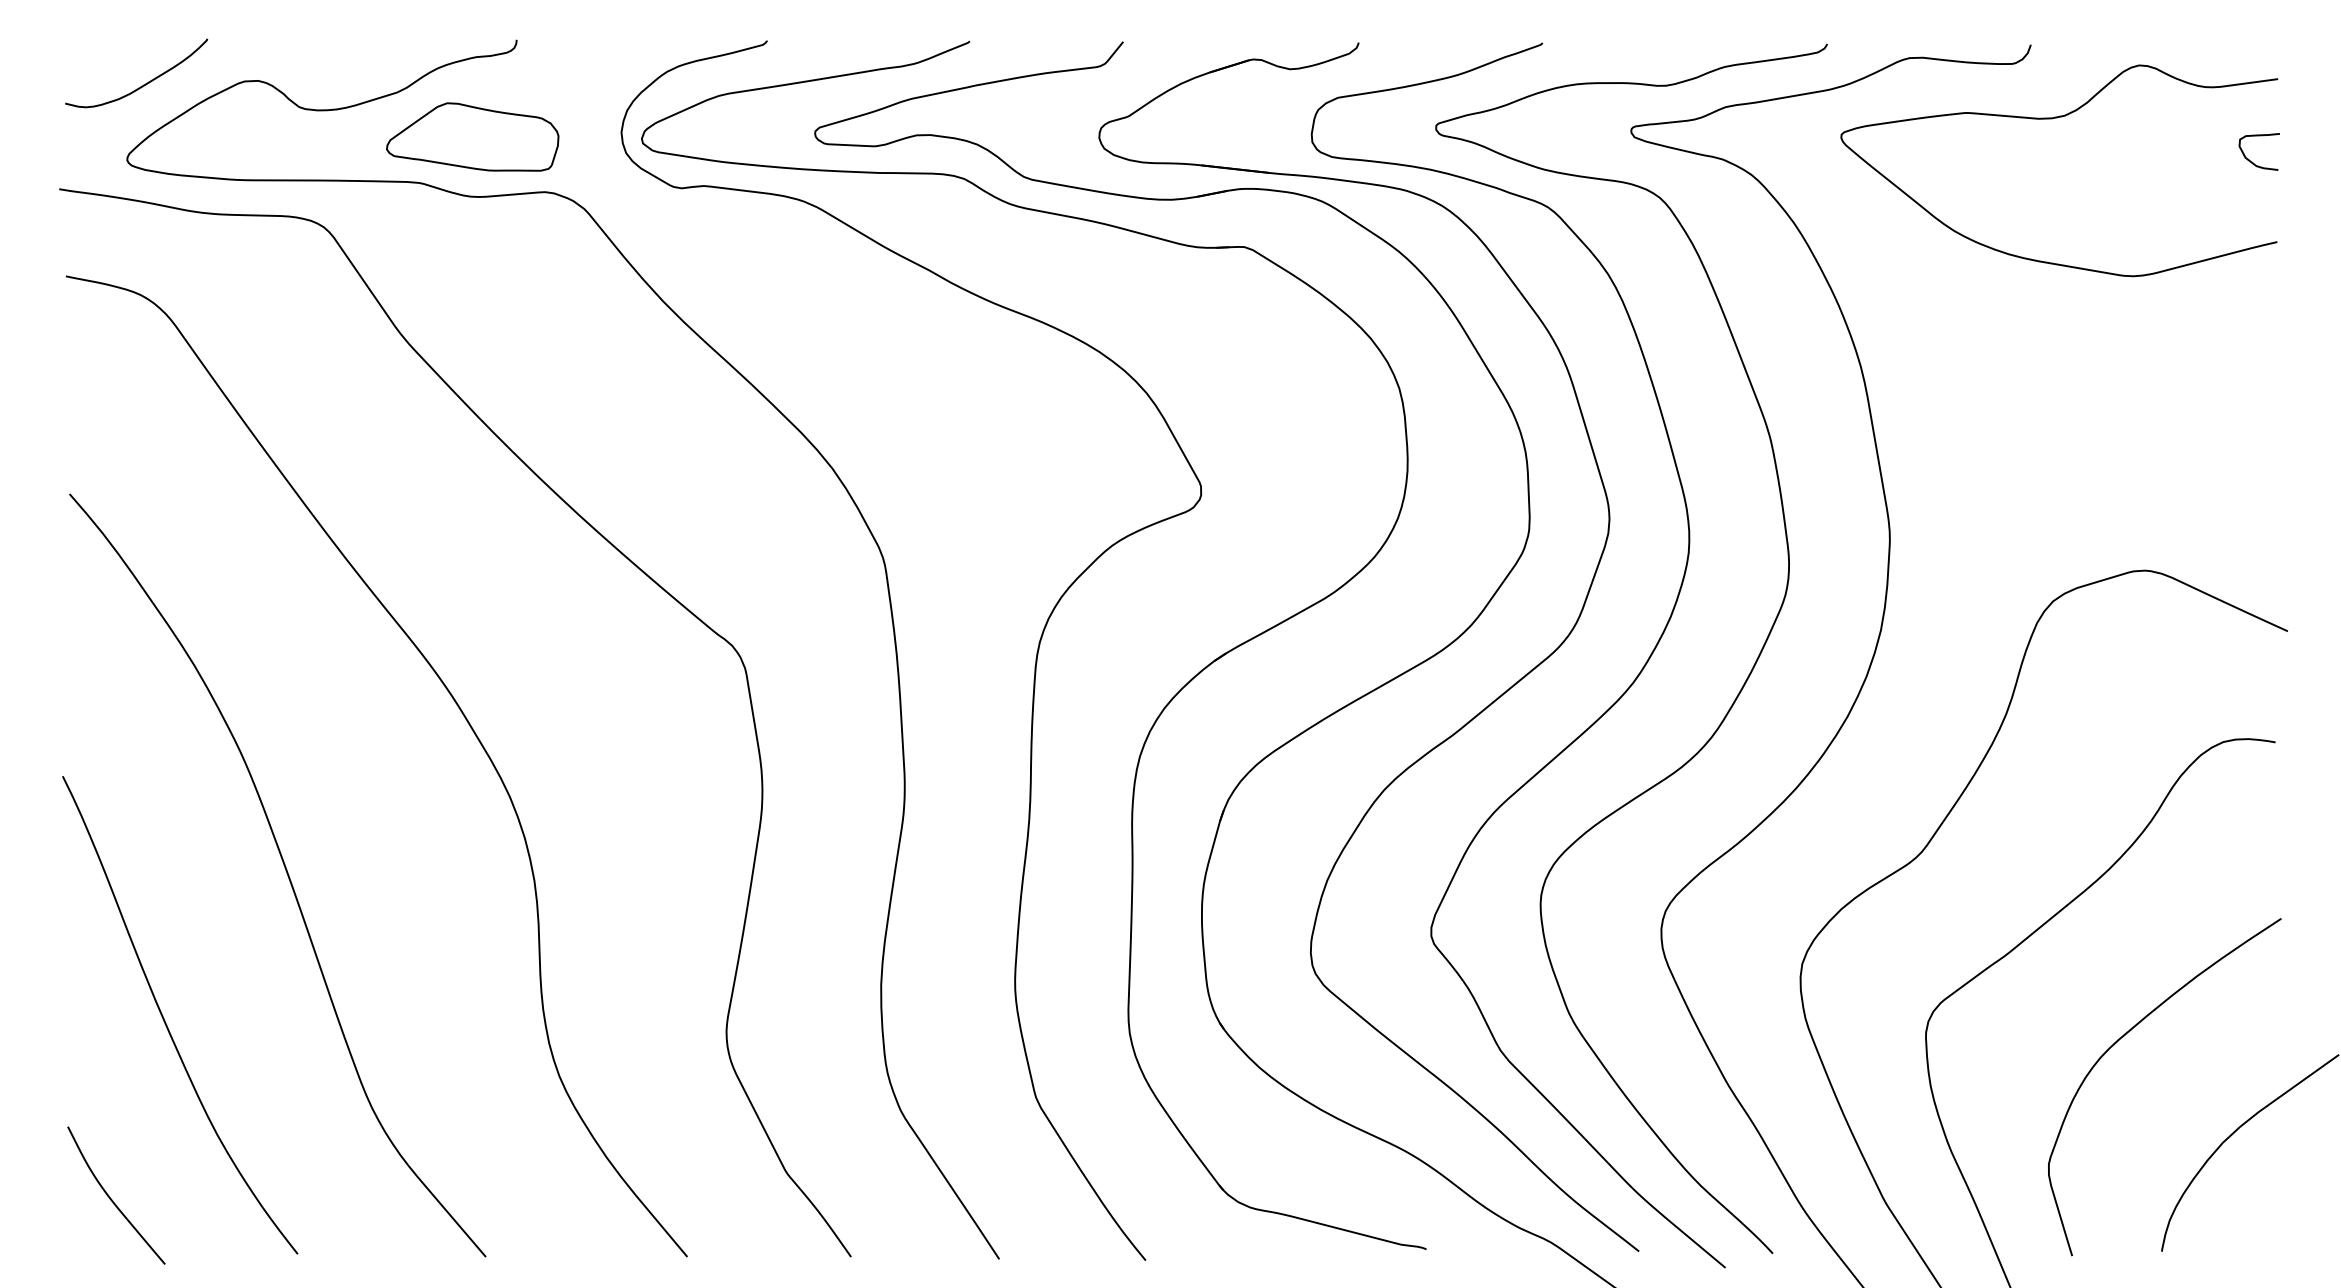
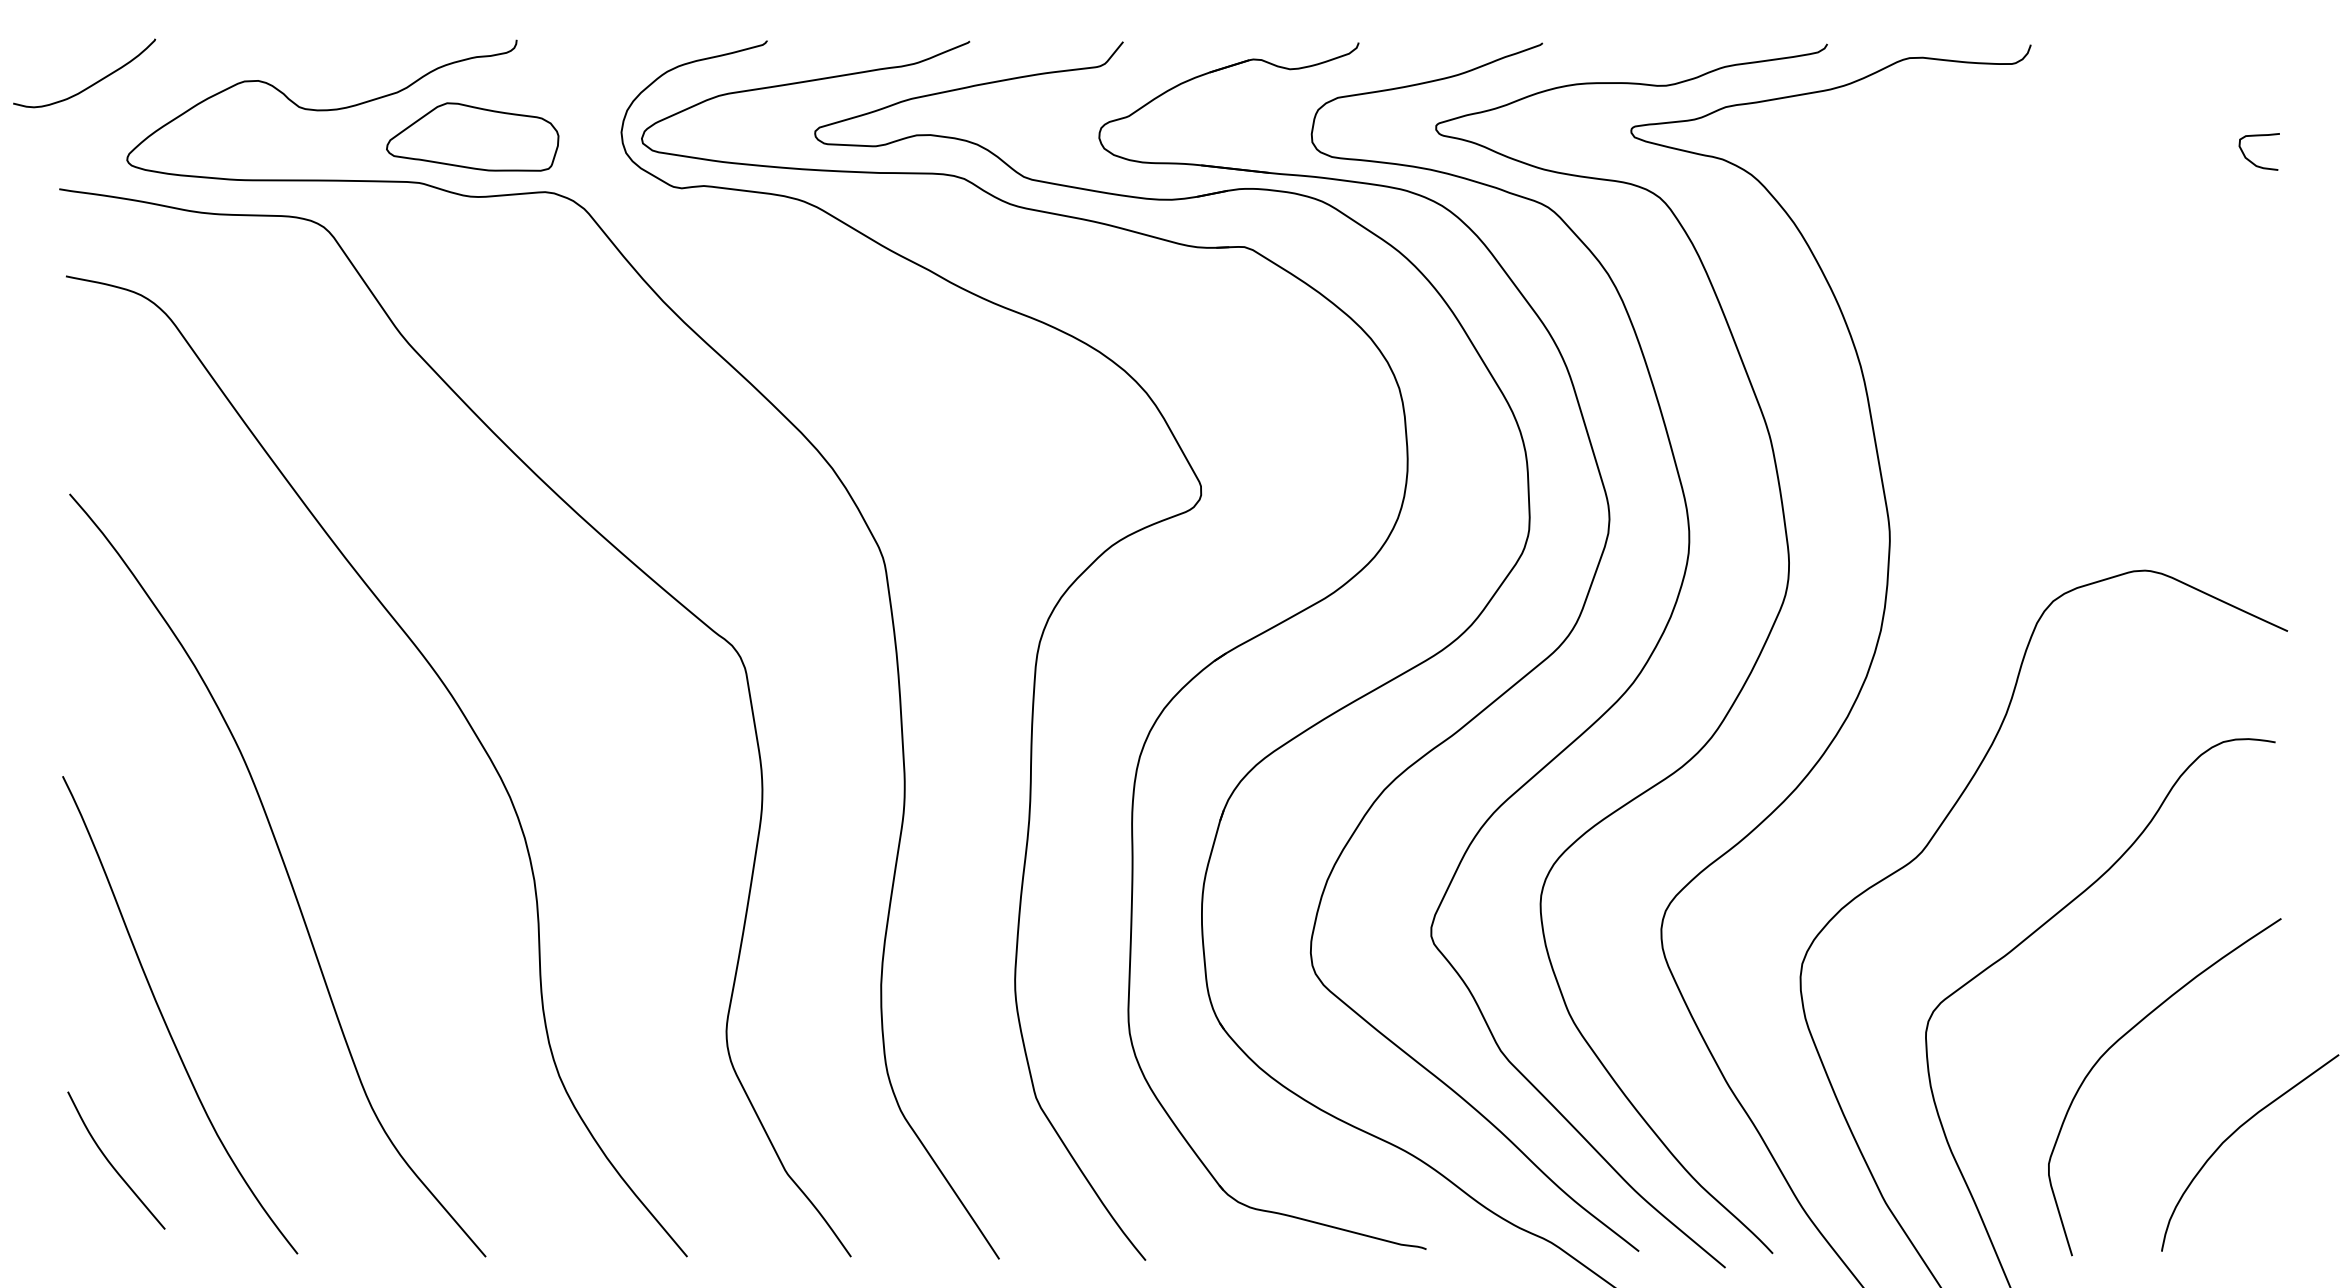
curve at (143, 84) position: (143, 84) -> (91, 84)
curve at (2052, 119): present -> none
curve at (112, 1199) position: (112, 1199) -> (112, 1164)
